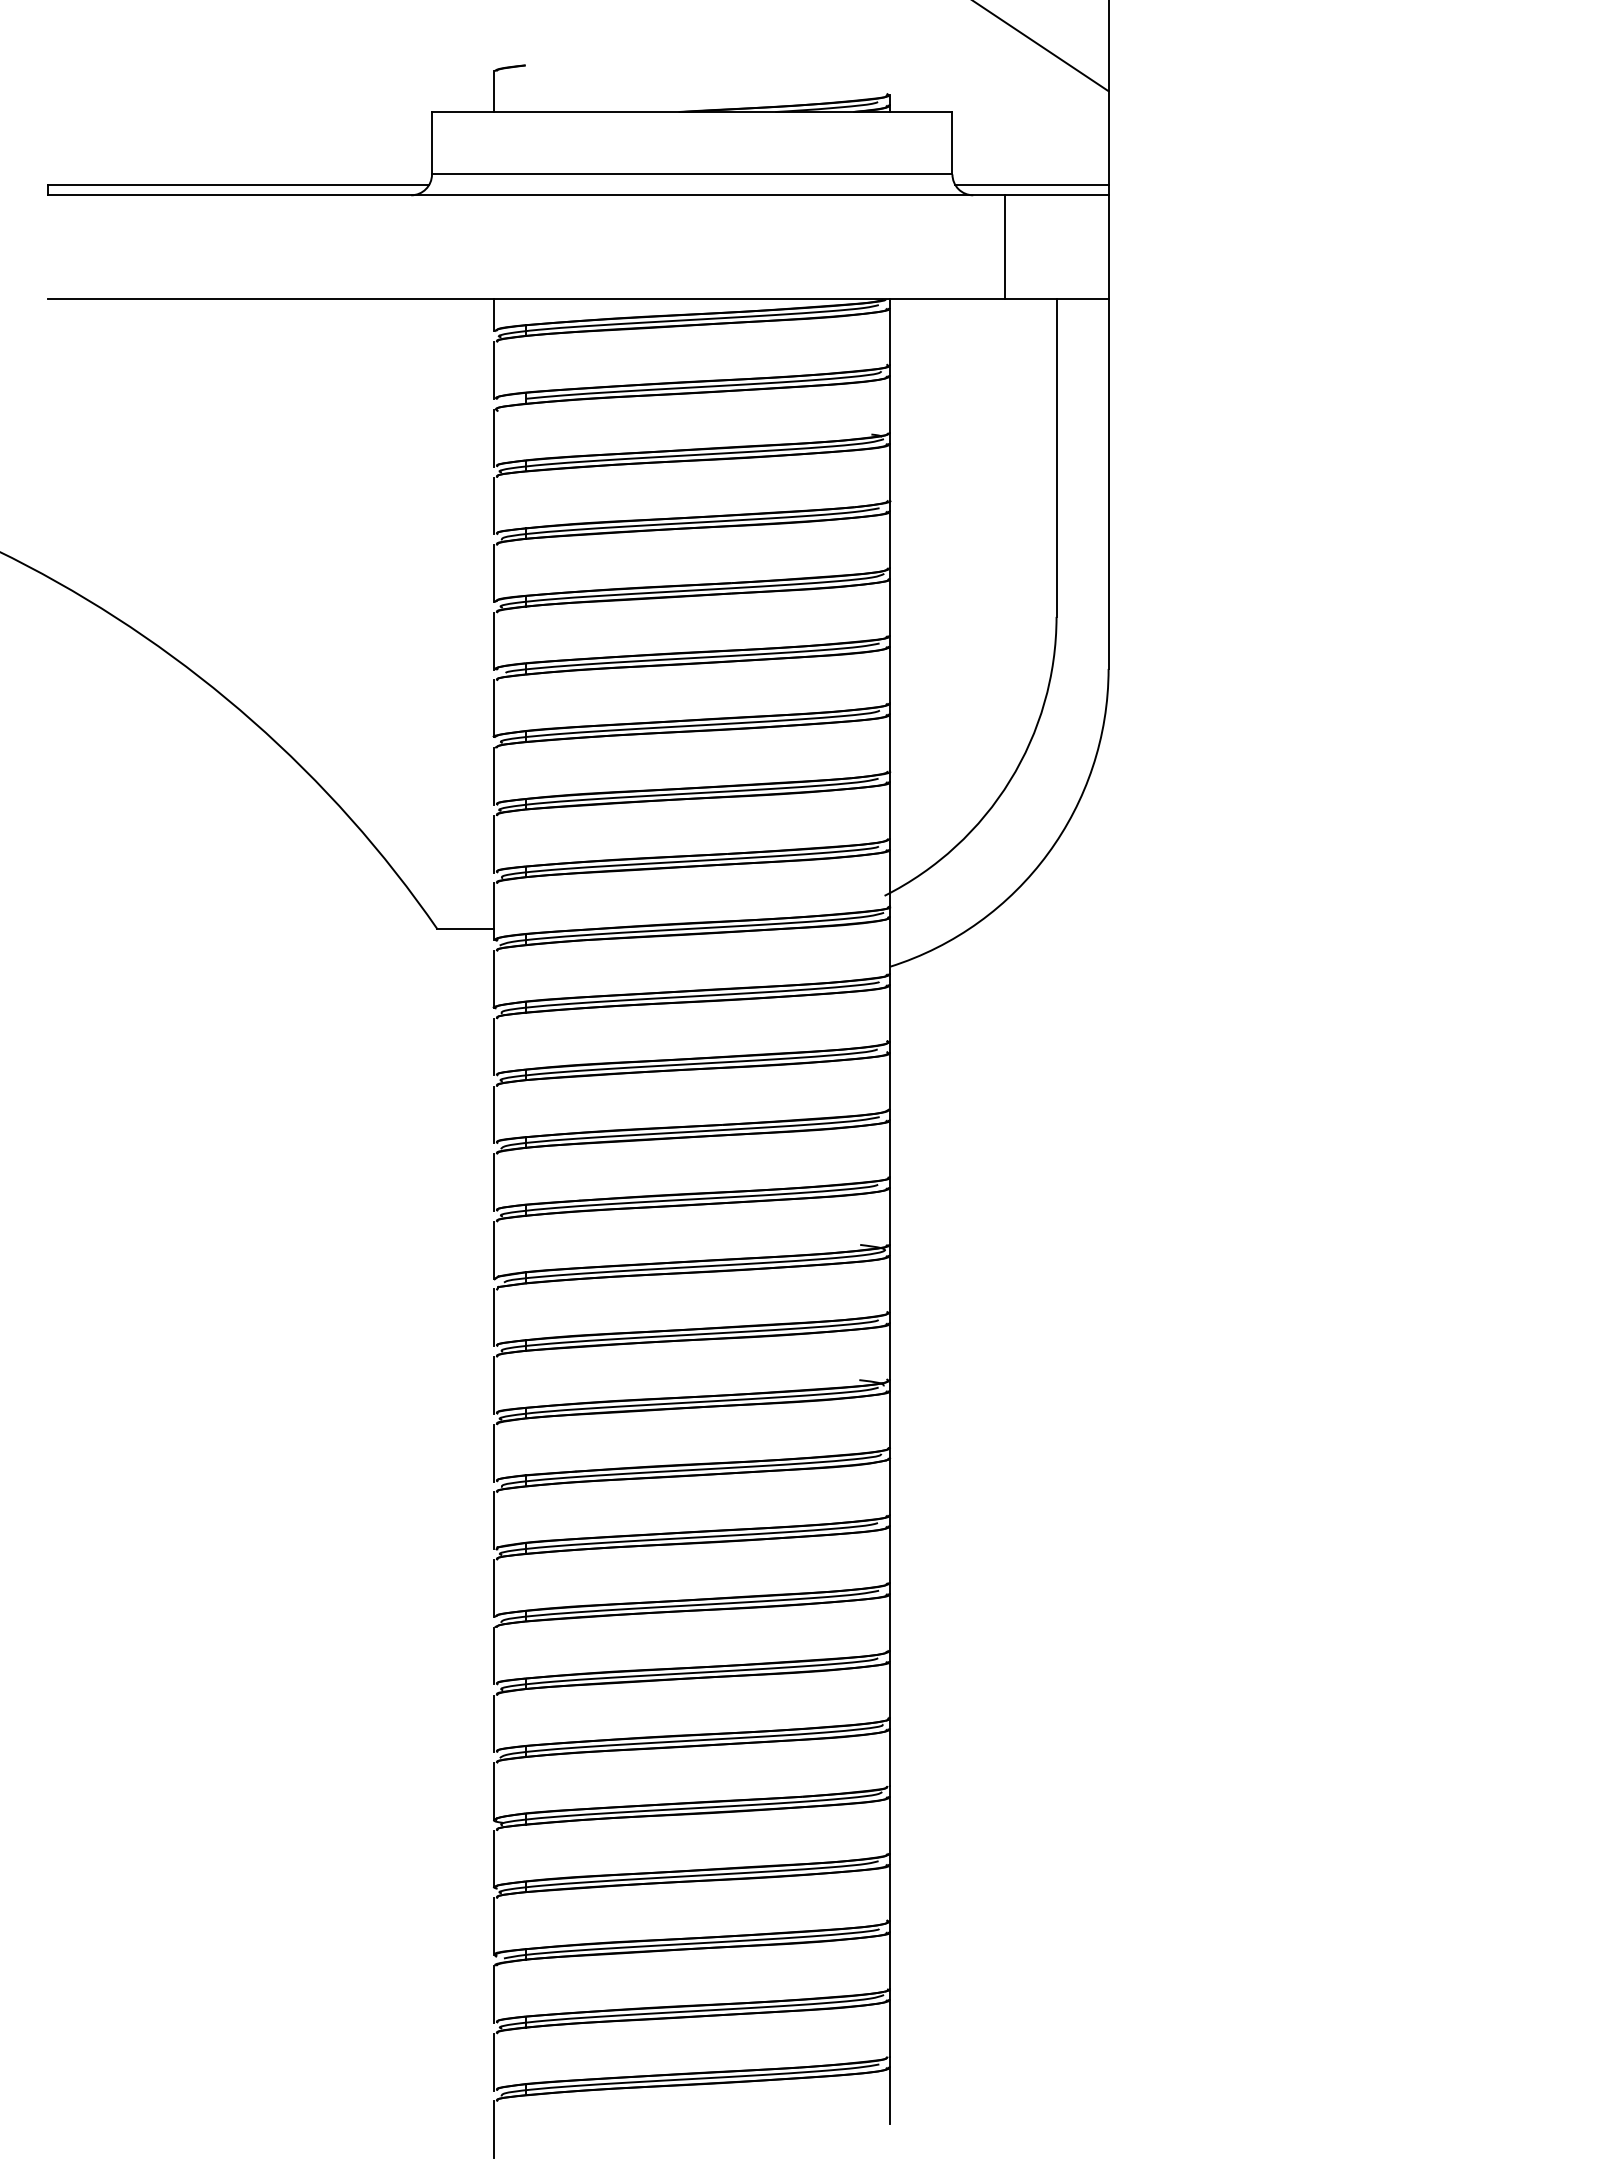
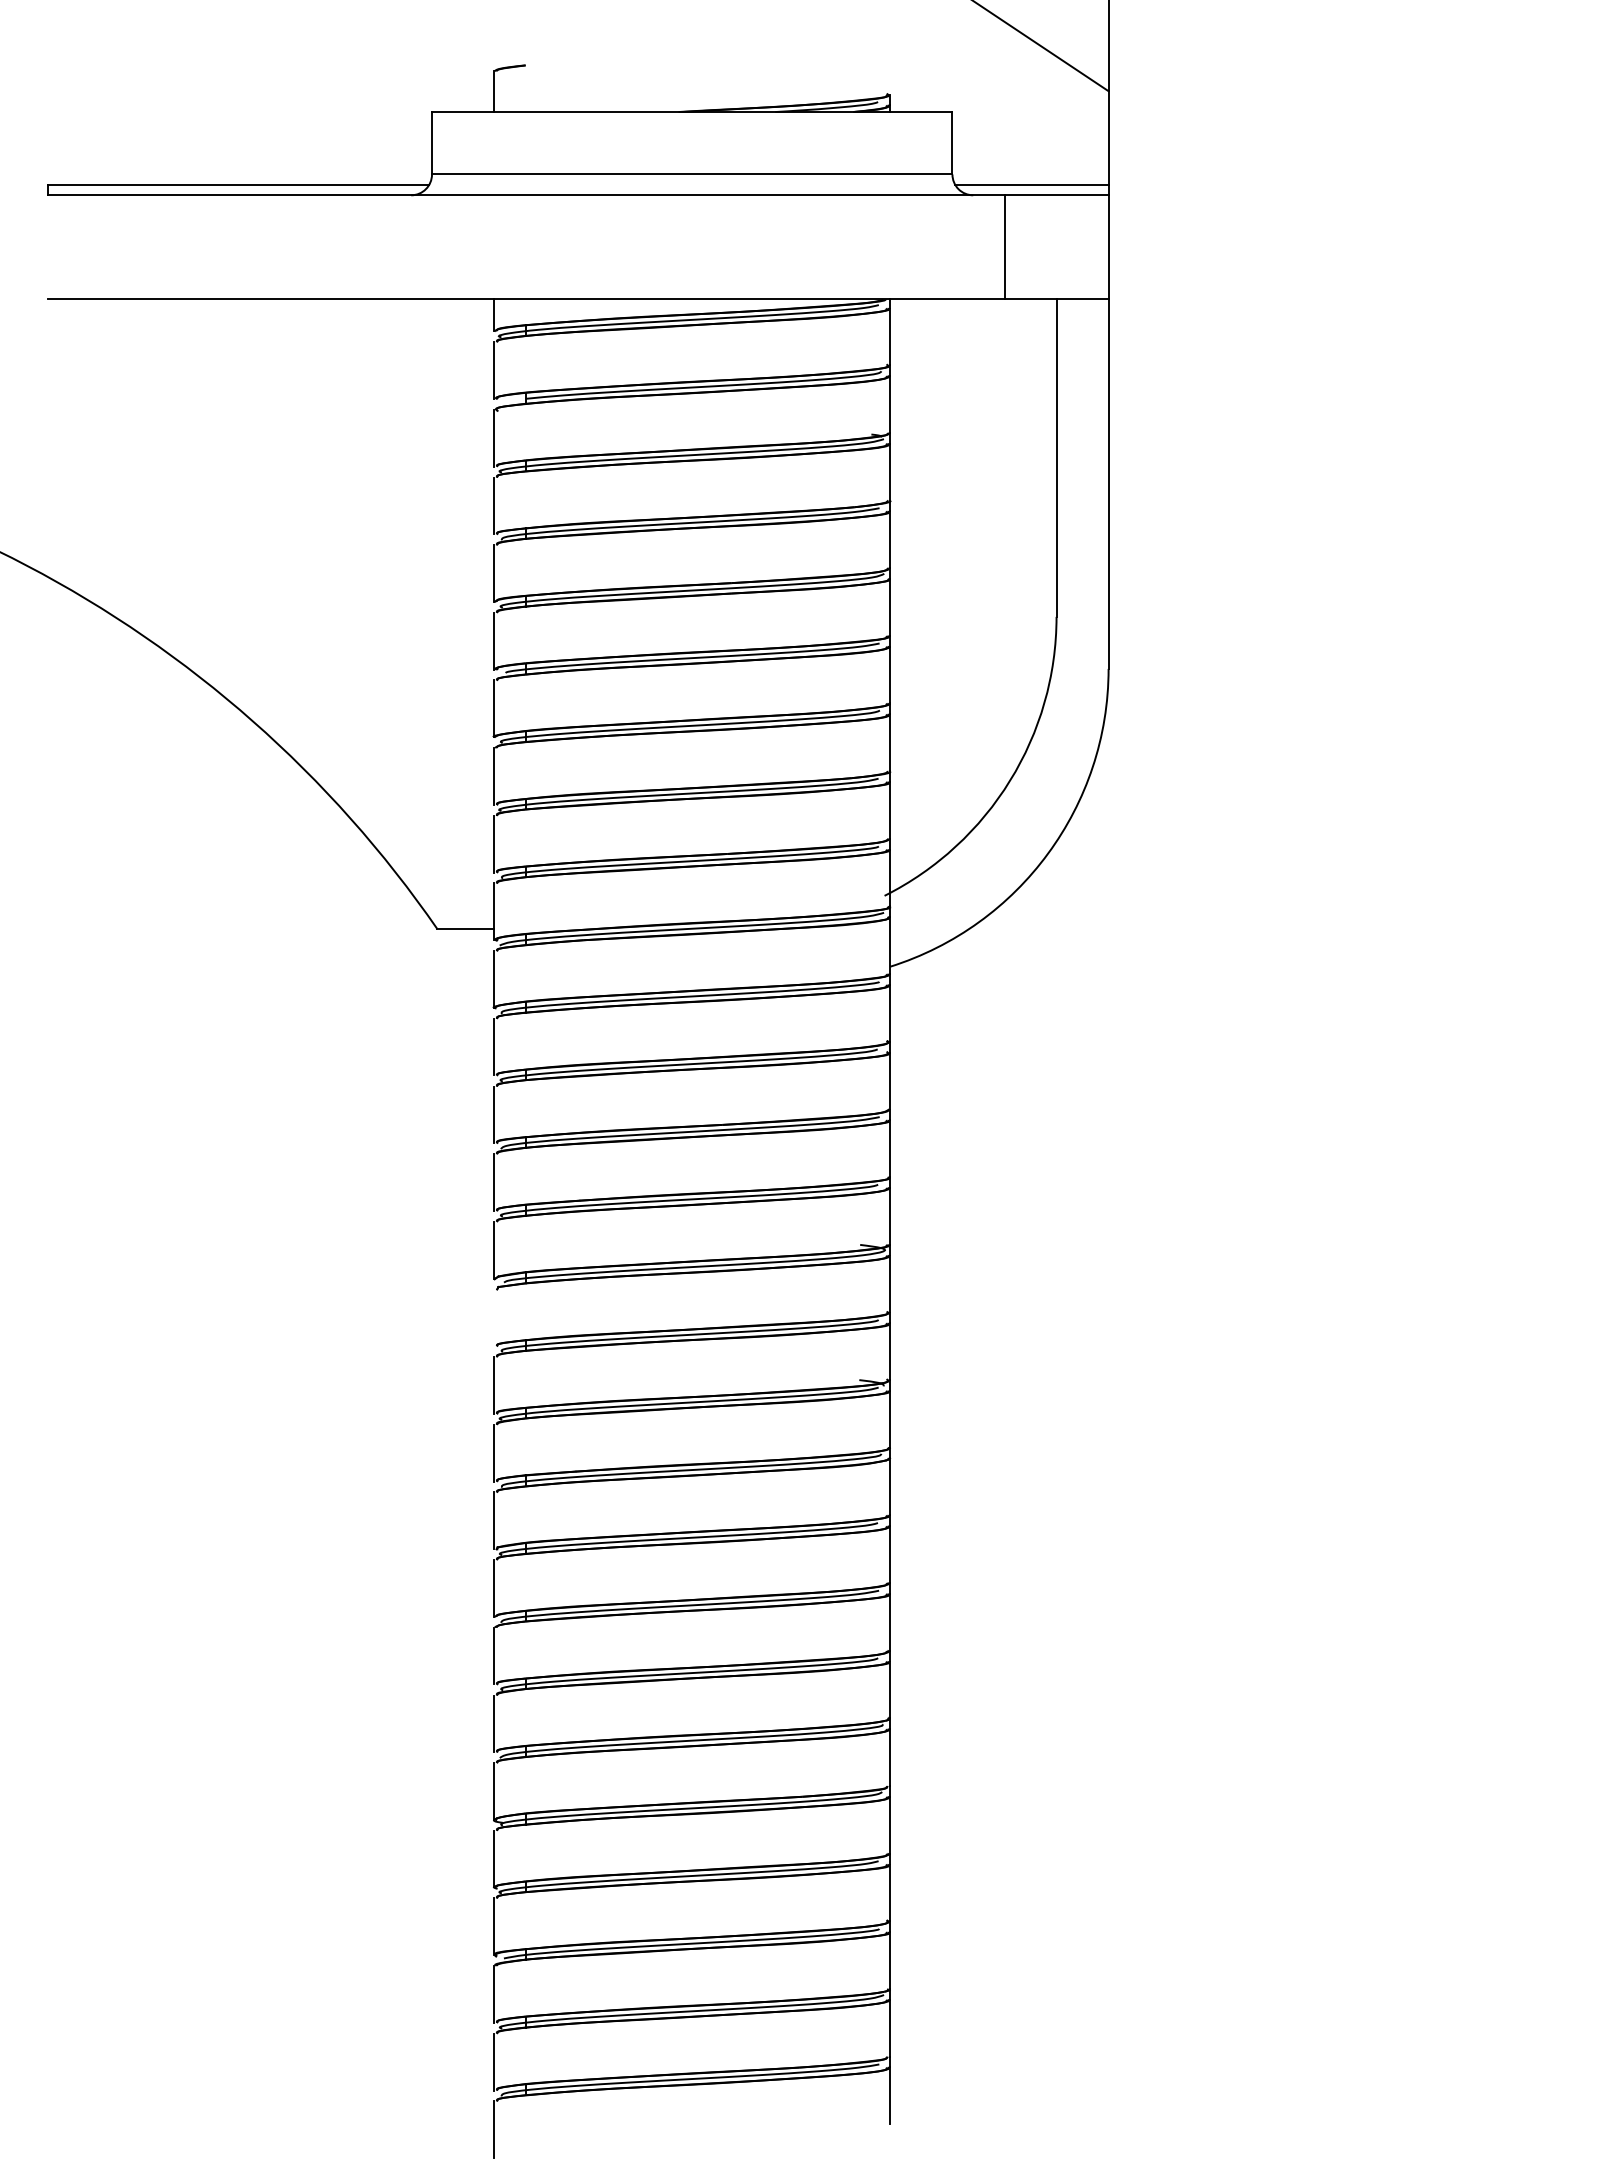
line at (494, 1317): present -> none
